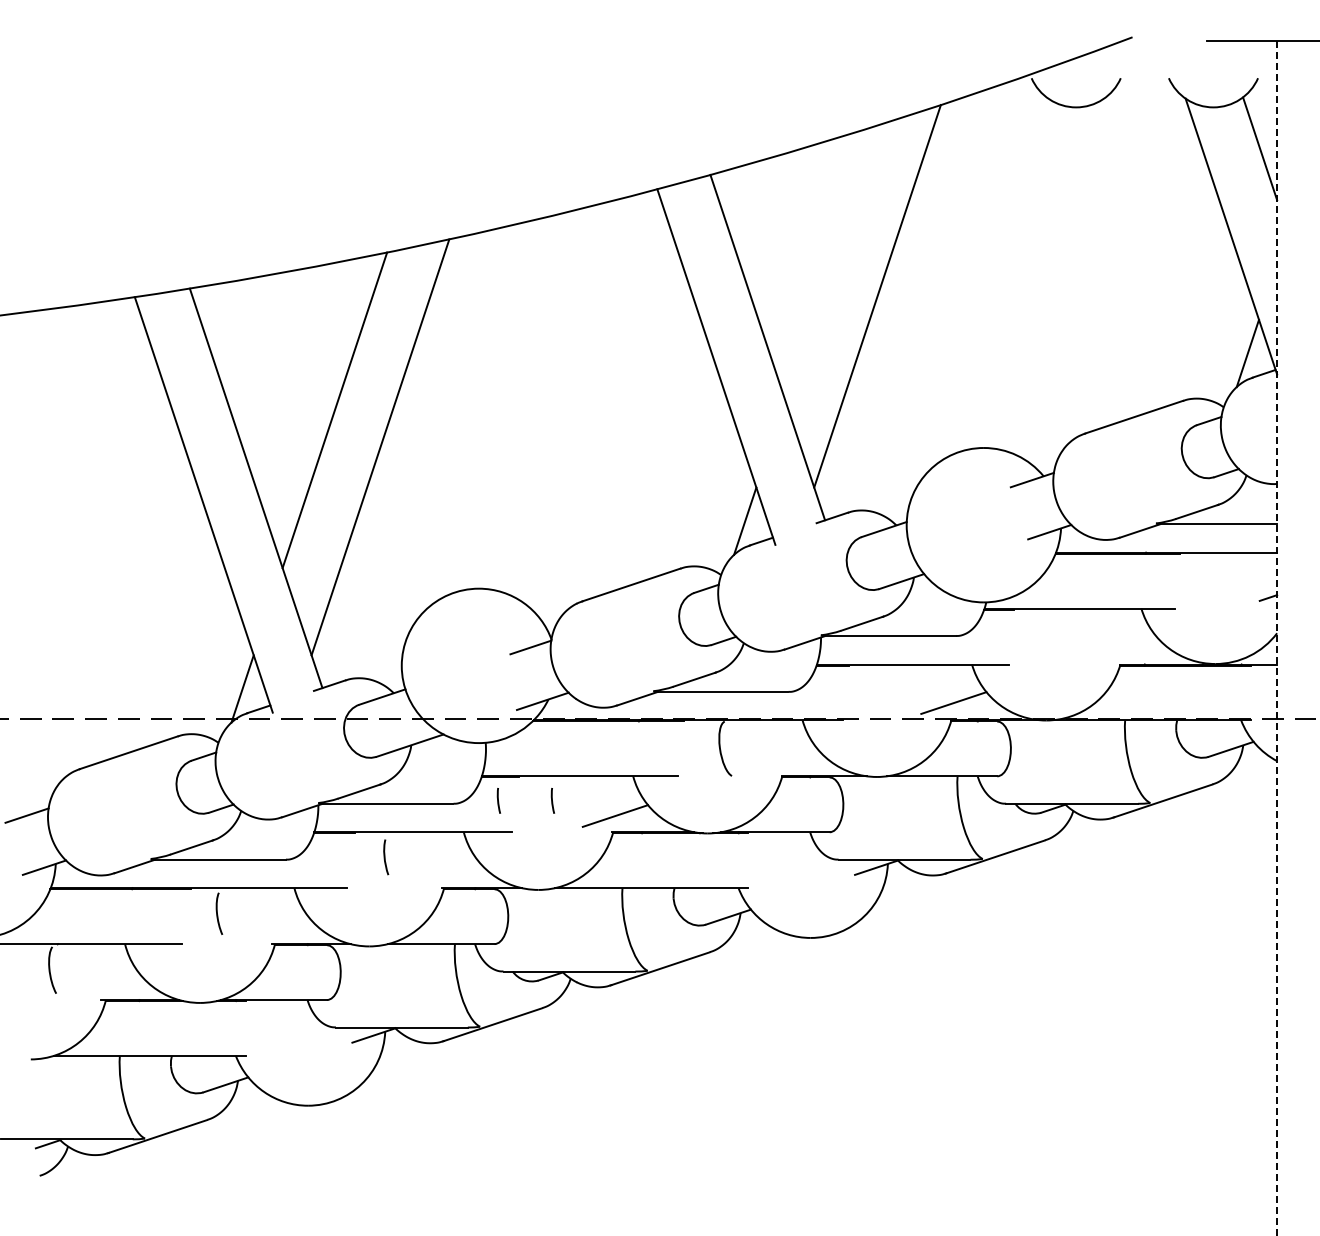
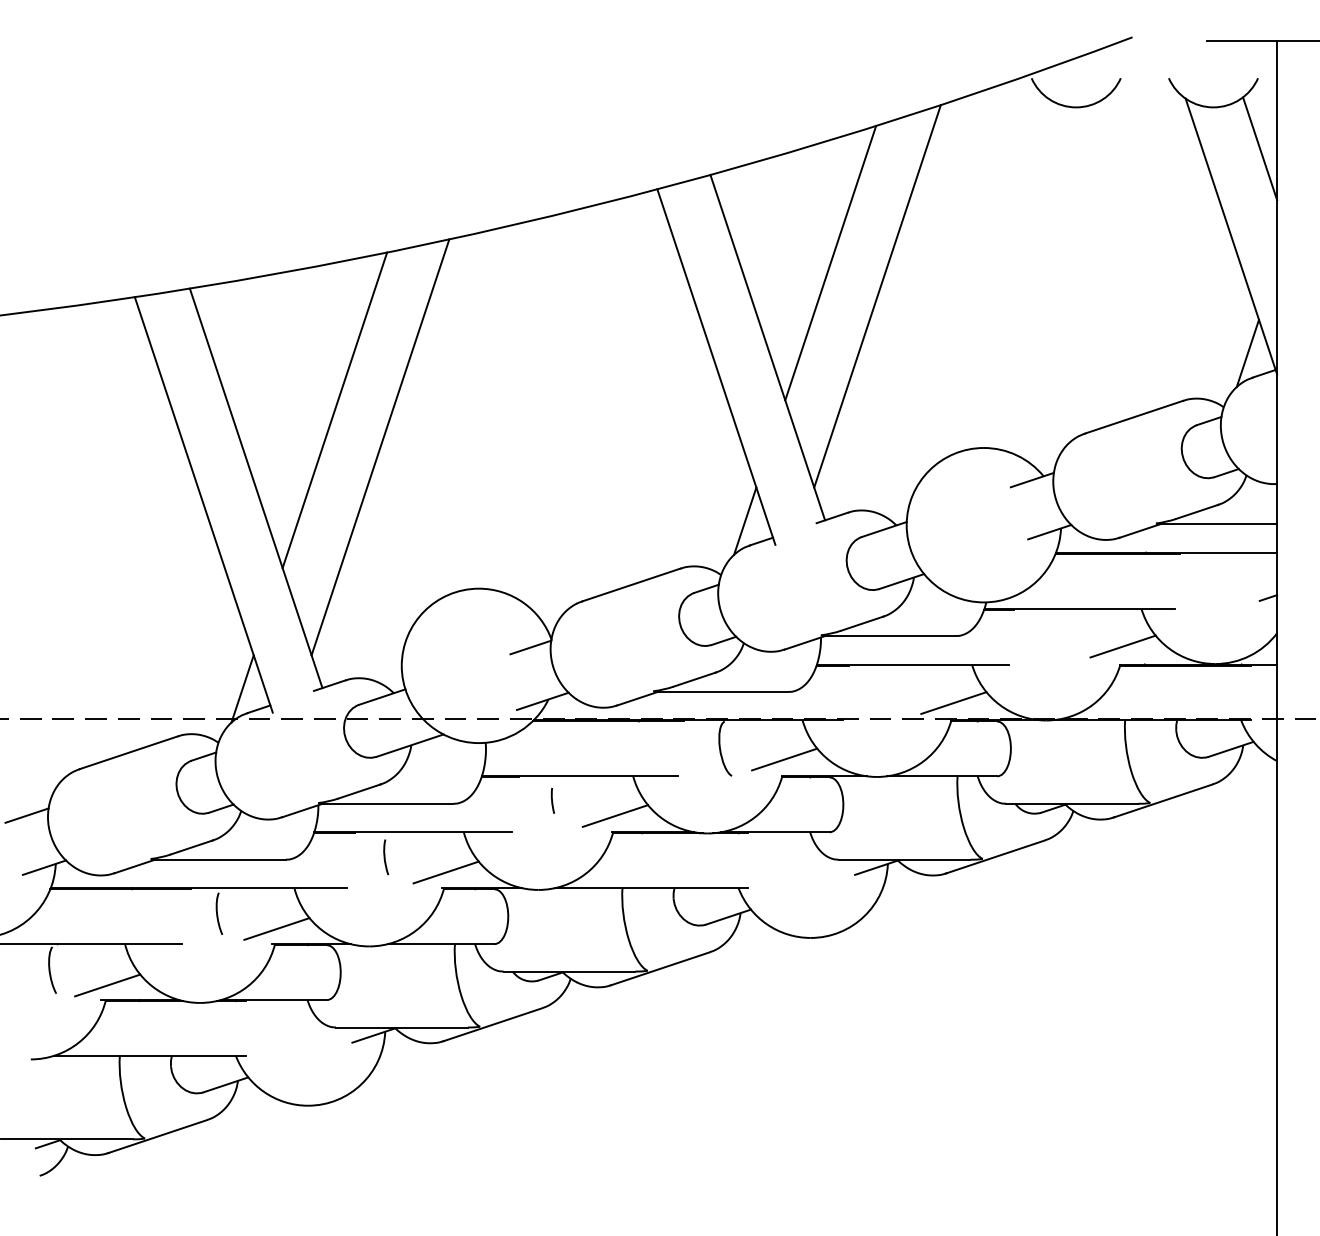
line at (830, 262): none -> present
line at (1277, 638): dashed -> solid
line at (1122, 646): none -> present
line at (784, 759): none -> present
line at (498, 800): present -> none
line at (445, 872): none -> present
line at (276, 928): none -> present
line at (107, 985): none -> present
